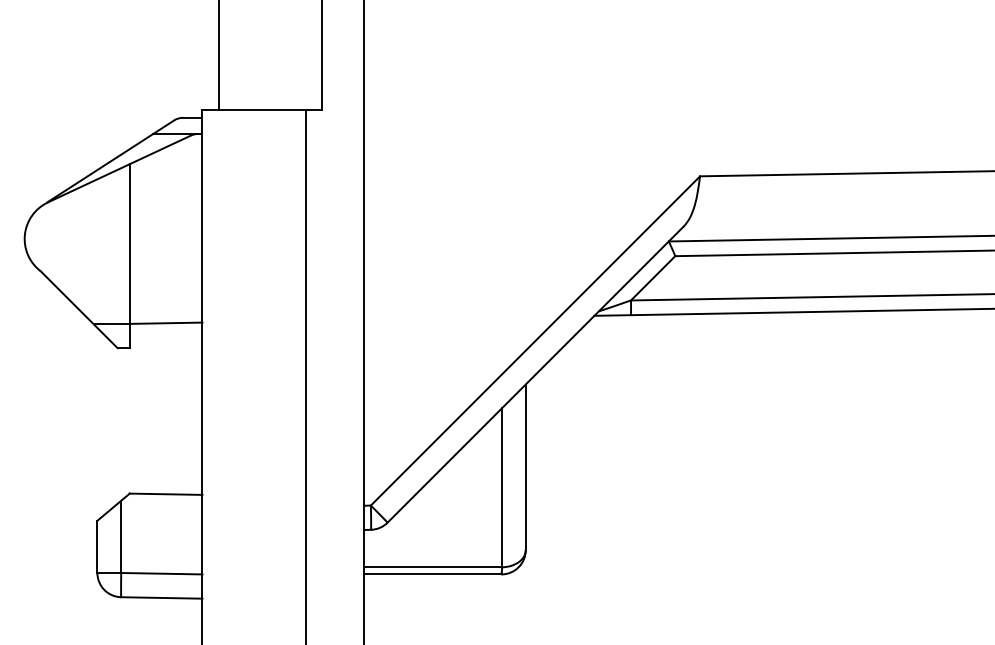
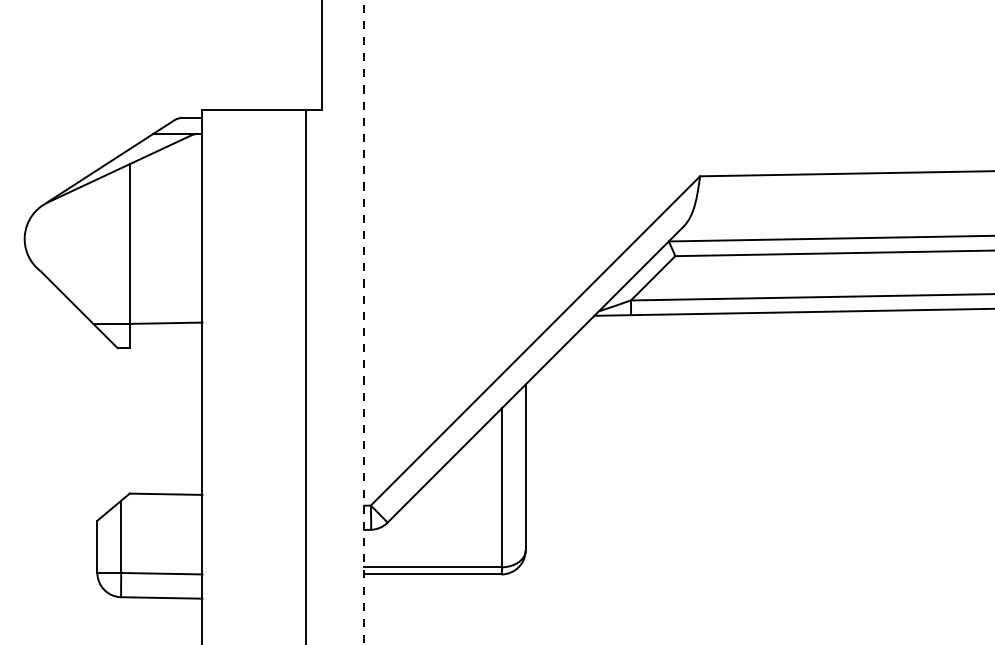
line at (218, 55): present -> none
line at (364, 322): solid -> dashed
